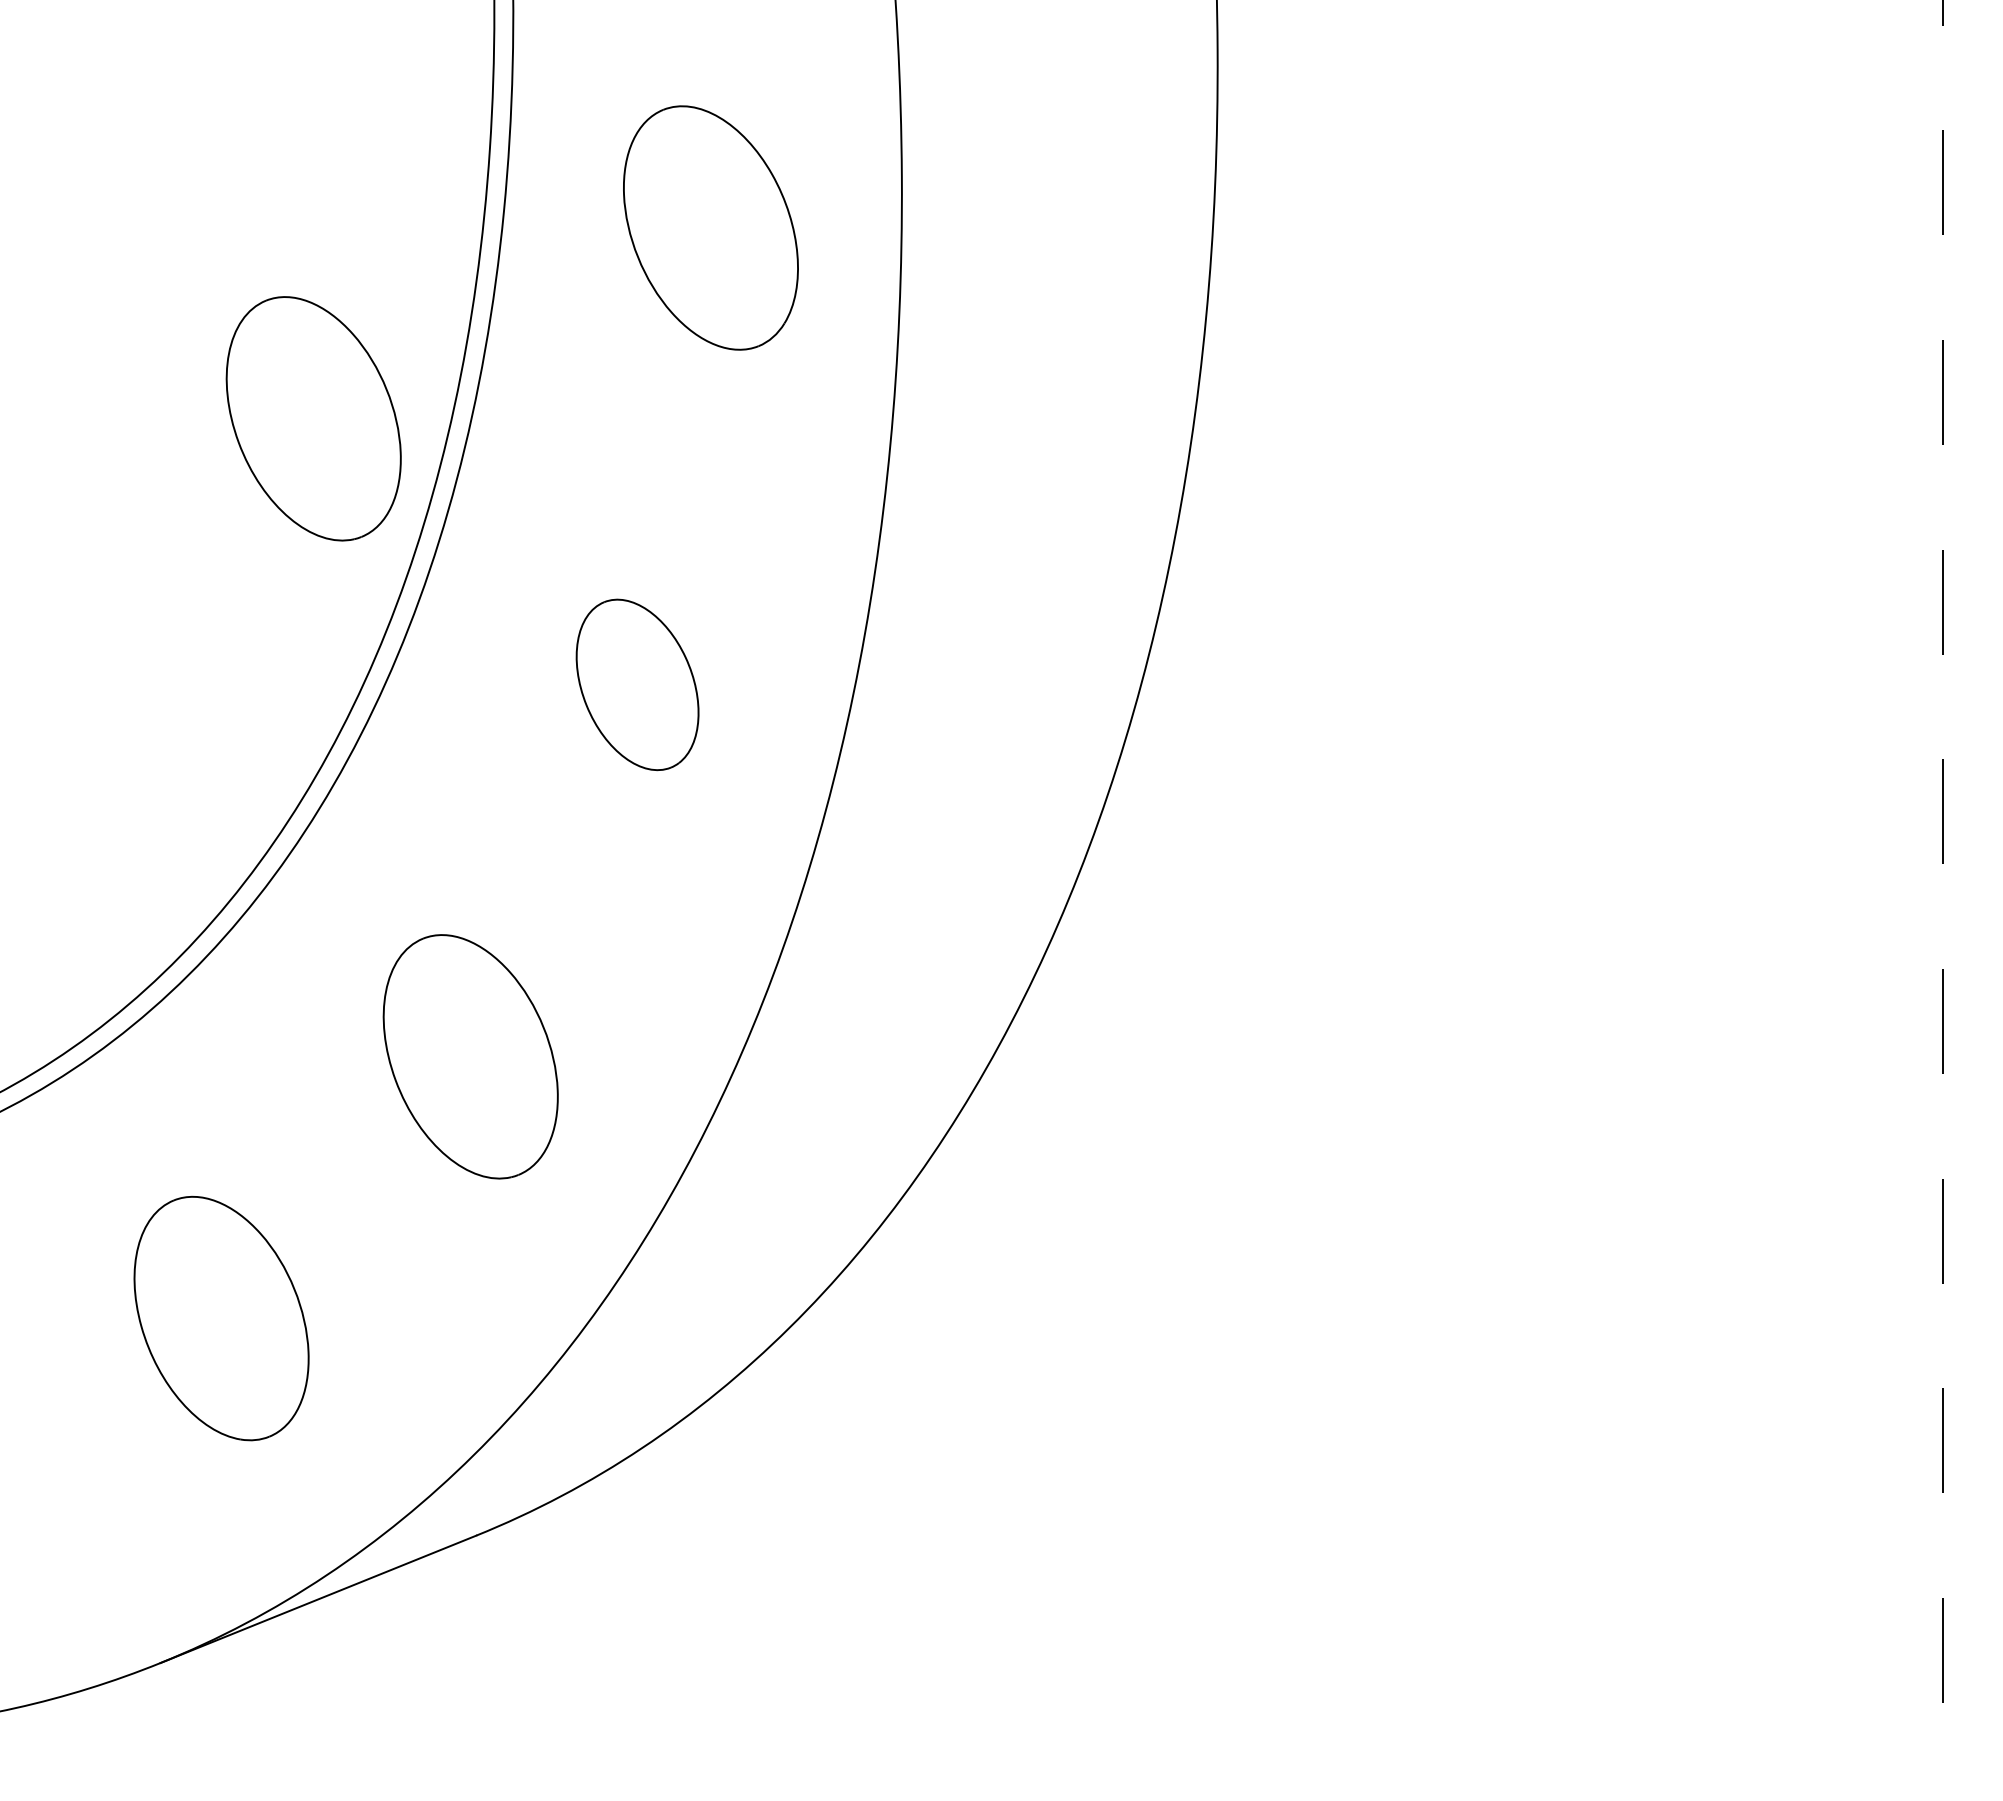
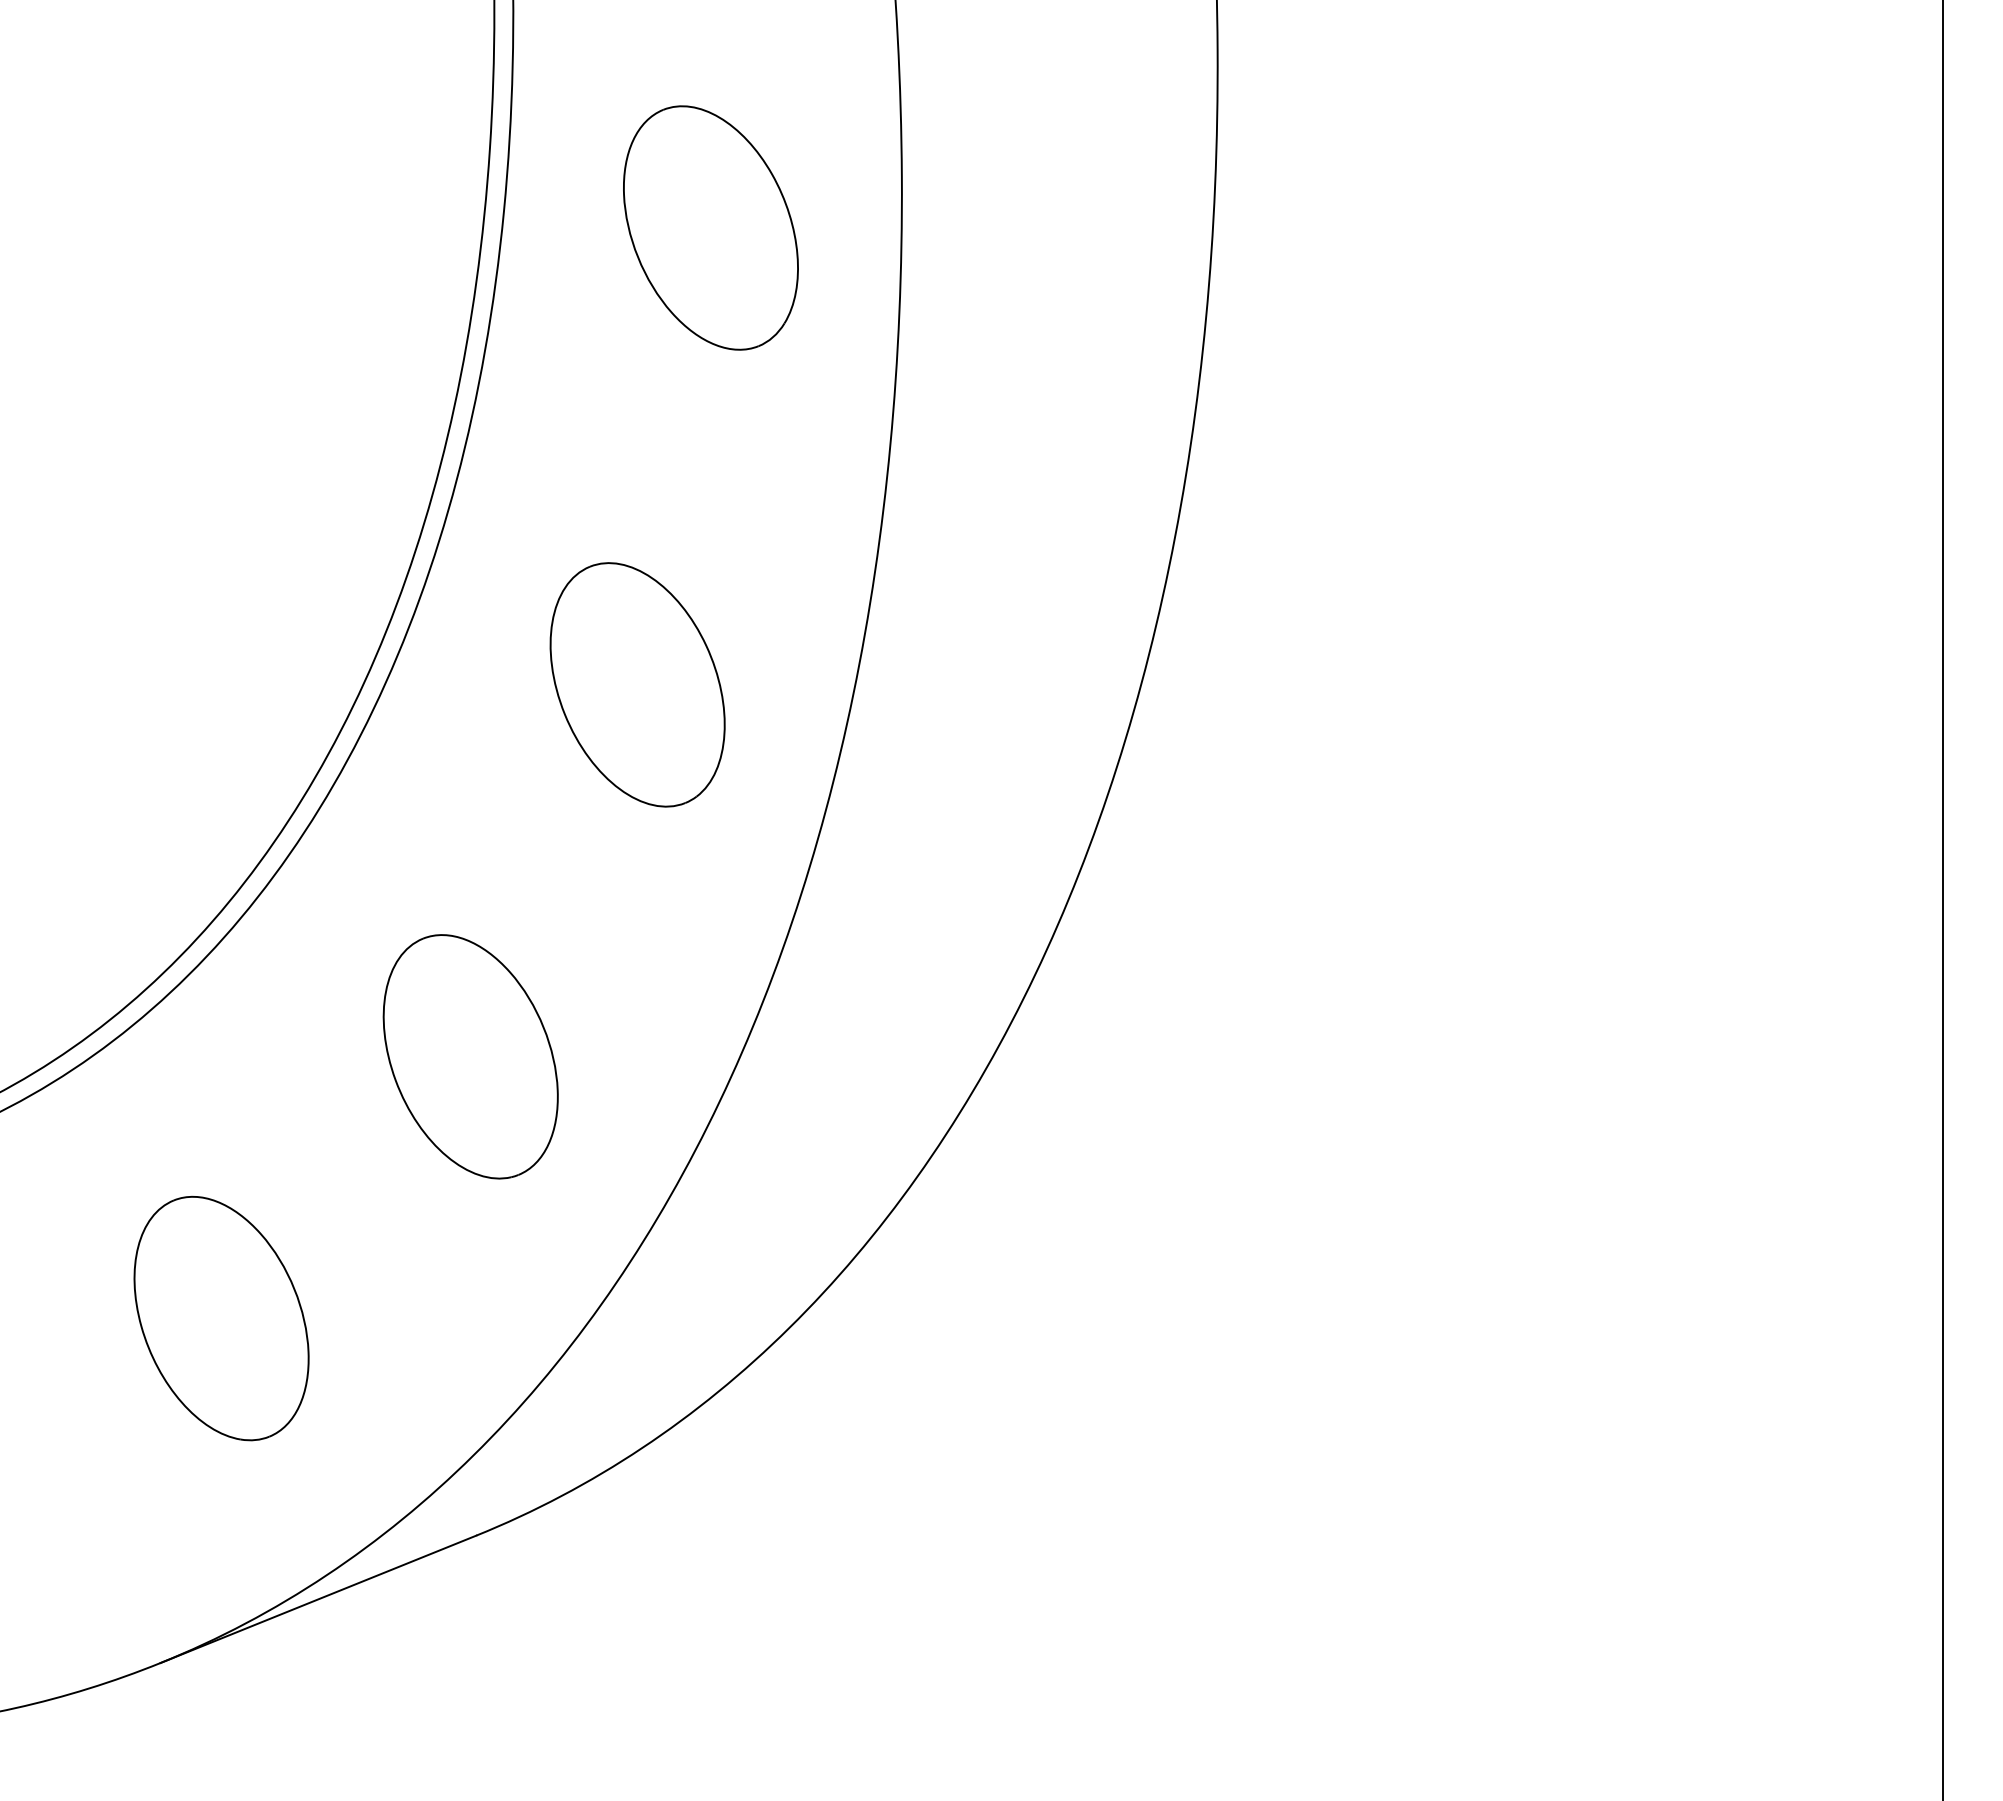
part at (313, 418): present -> none
part at (637, 684) size: 125x174 px -> 177x246 px
line at (1942, 901): dashed -> solid
